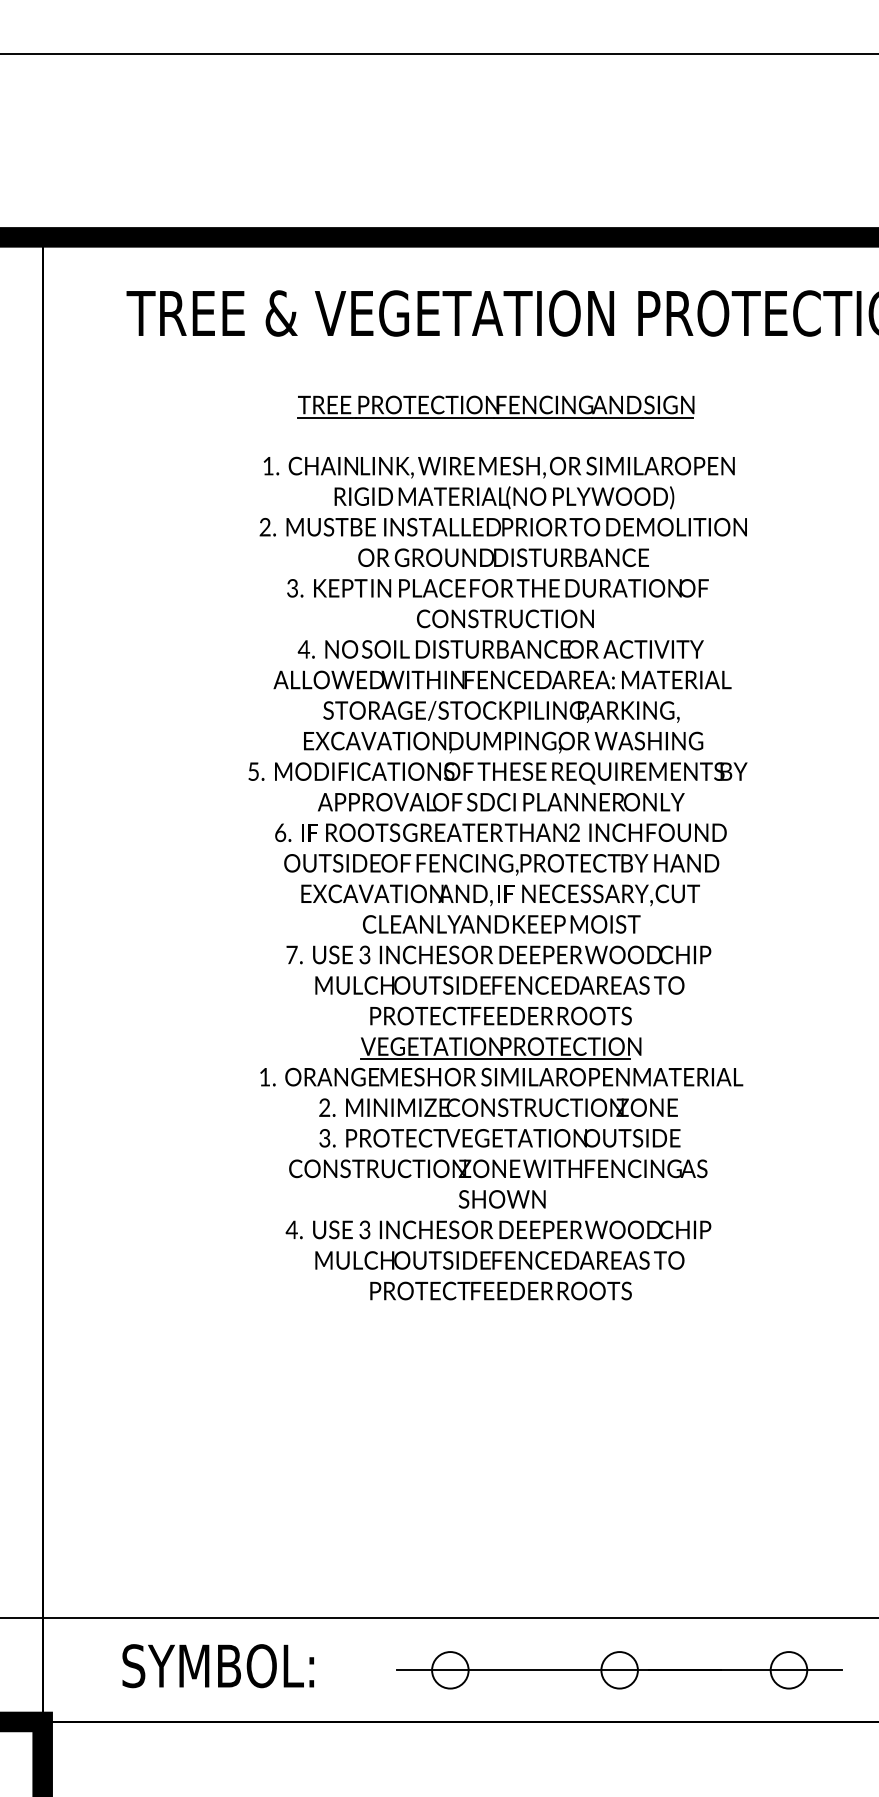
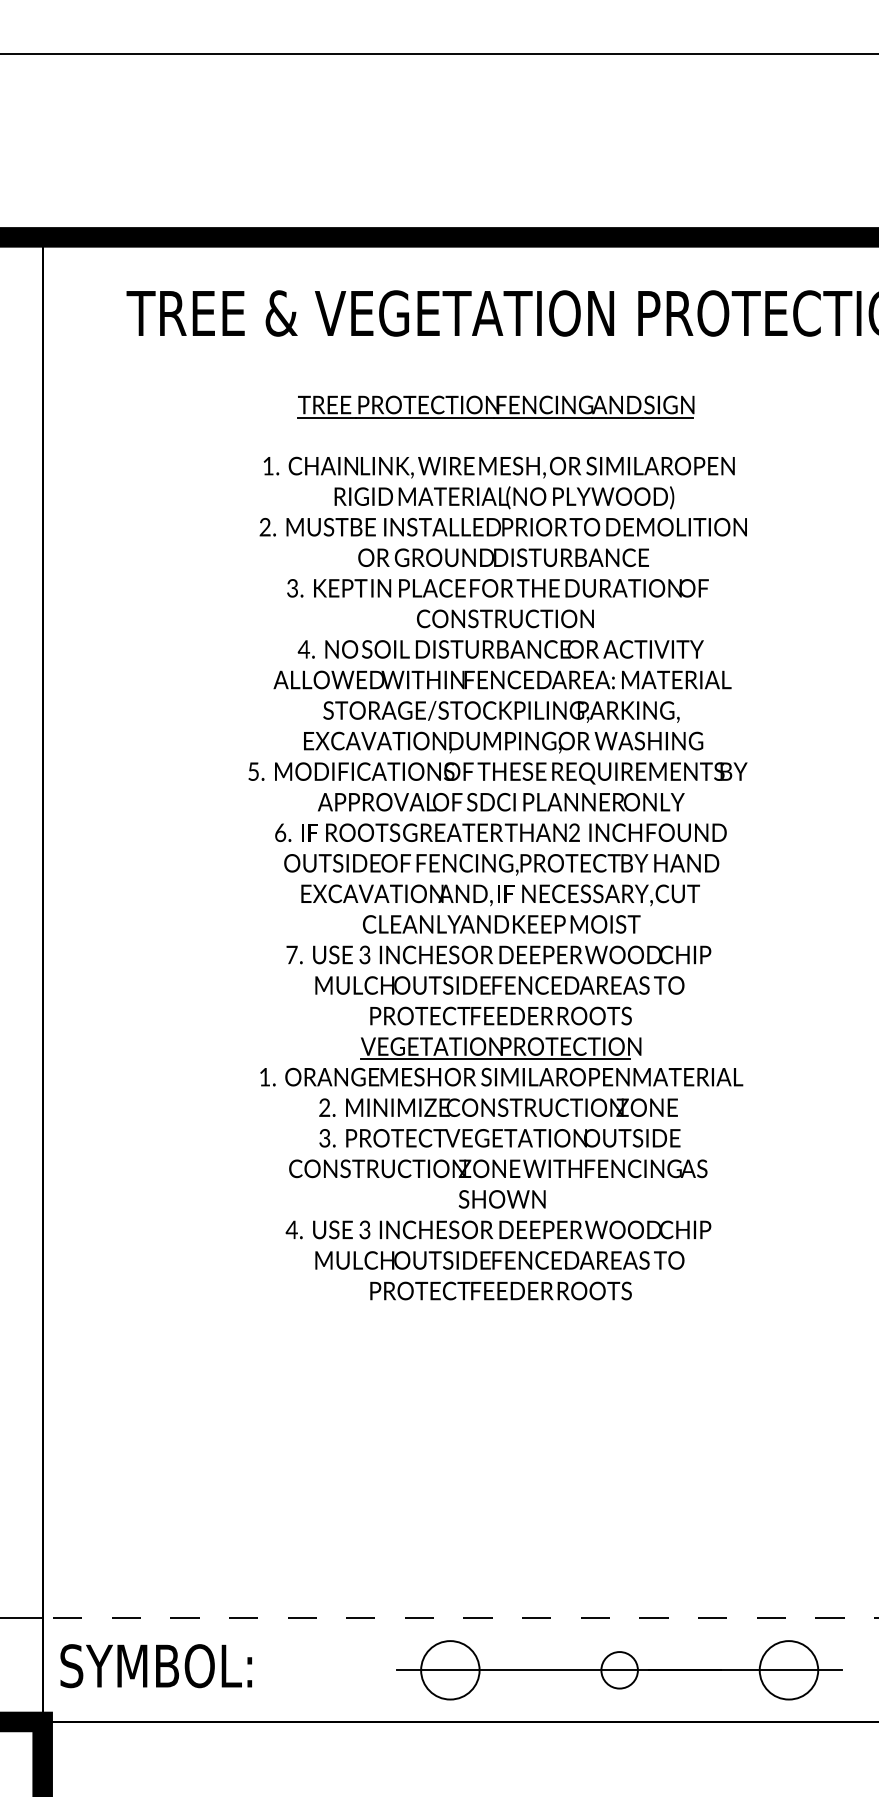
line at (460, 1617): solid -> dashed
text at (217, 1666) position: (217, 1666) -> (155, 1666)
circle at (450, 1670) diameter: 37 px -> 58 px
circle at (788, 1670) diameter: 37 px -> 58 px
